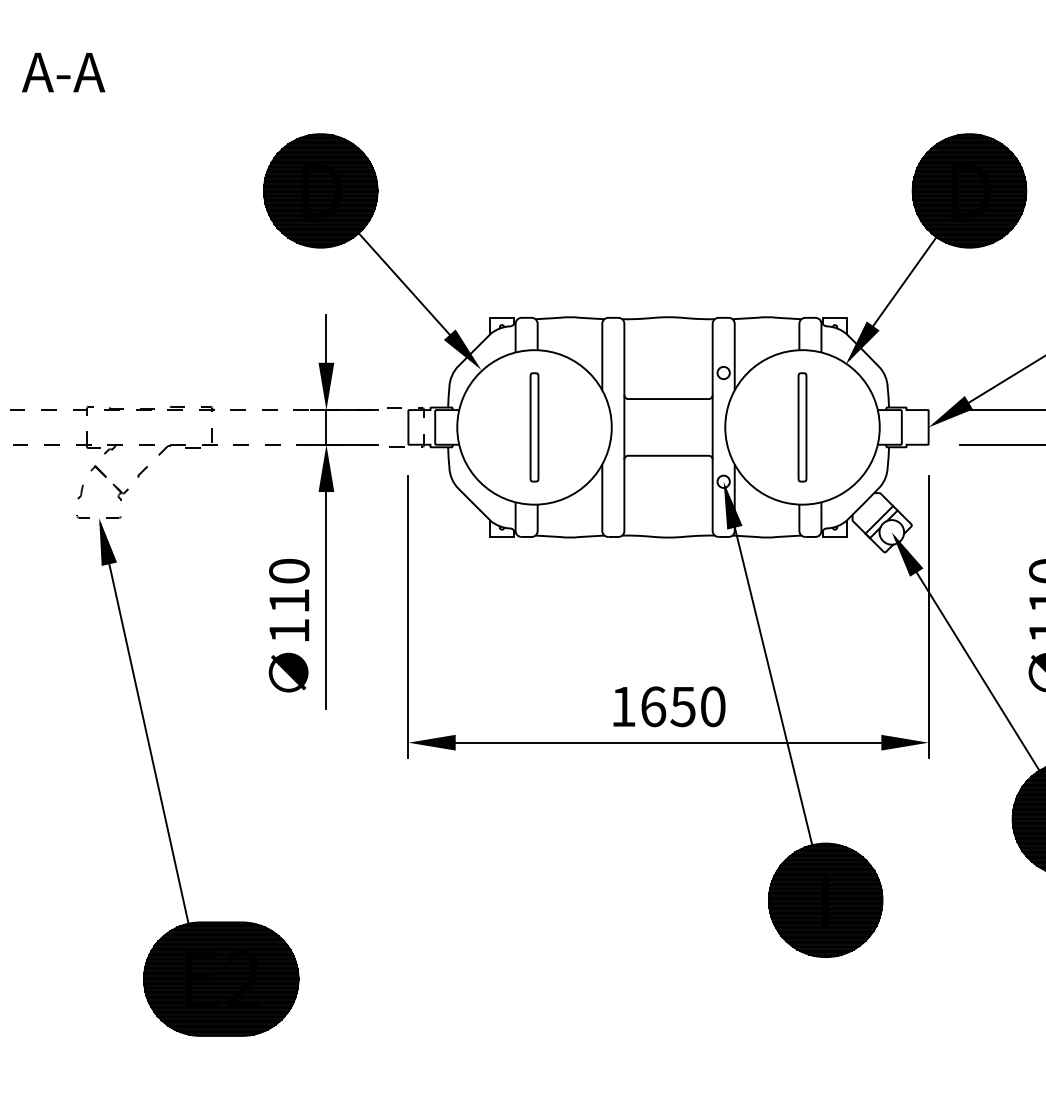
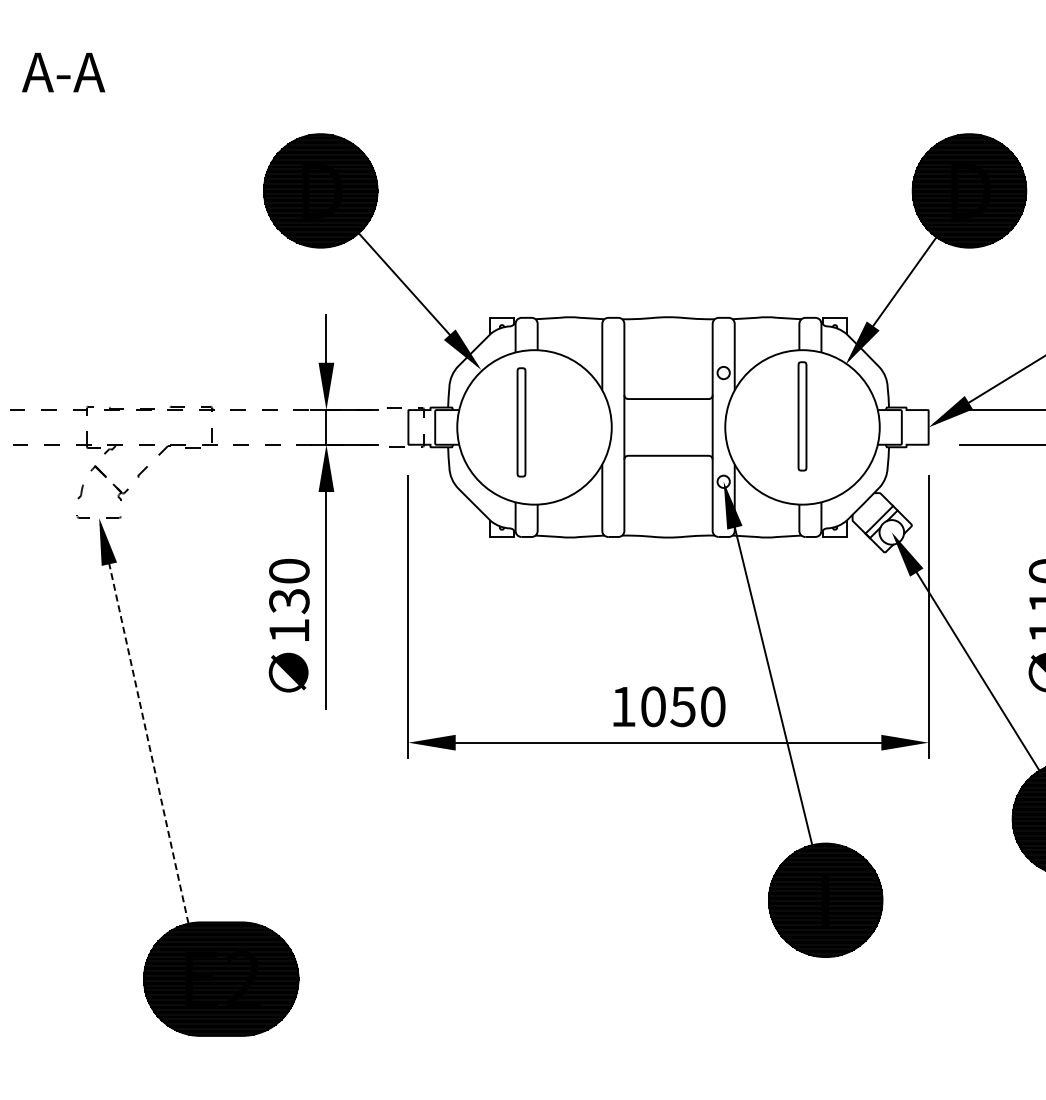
part at (534, 427) position: (534, 427) -> (521, 422)
part at (802, 427) position: (802, 427) -> (802, 416)
text at (289, 601): 110 -> 130
text at (653, 706): 1650 -> 1050
line at (144, 723): solid -> dashed
